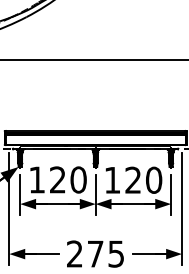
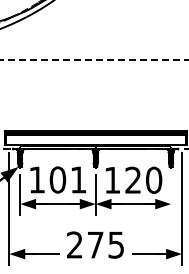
line at (94, 60): solid -> dashed
text at (67, 179): 120 -> 101
line at (171, 194): present -> none
text at (95, 253) position: (95, 253) -> (95, 244)
